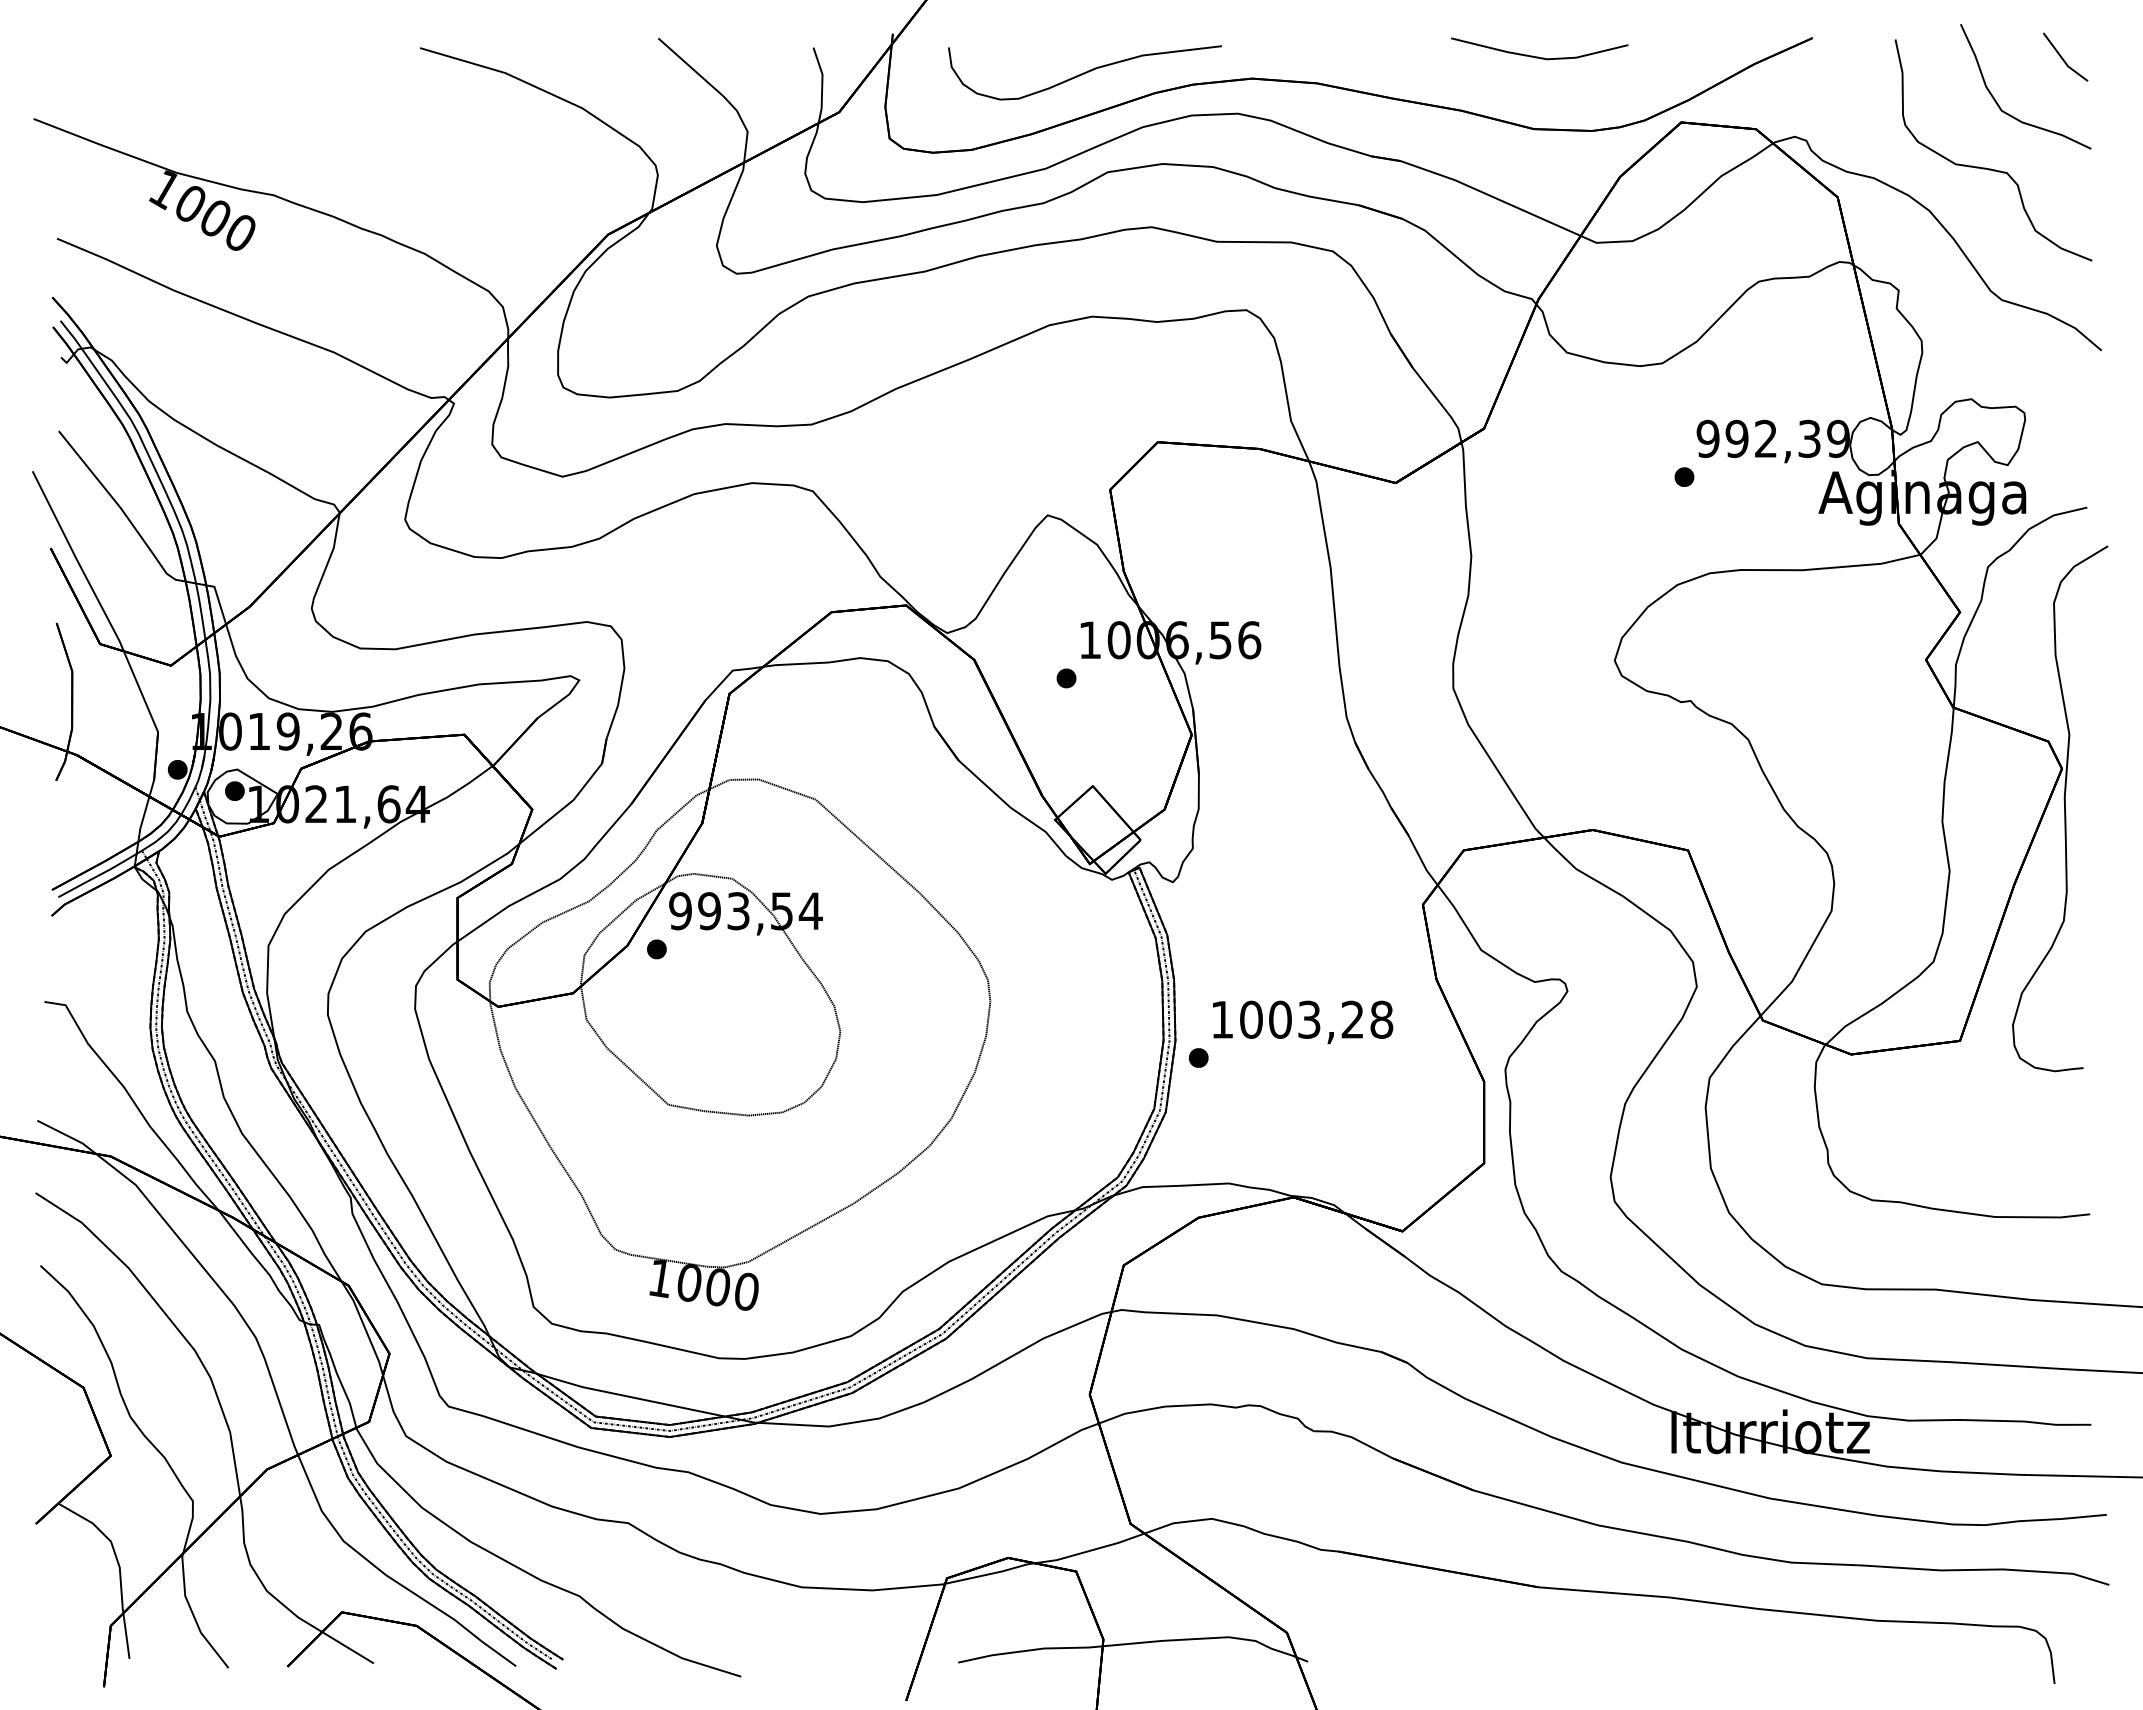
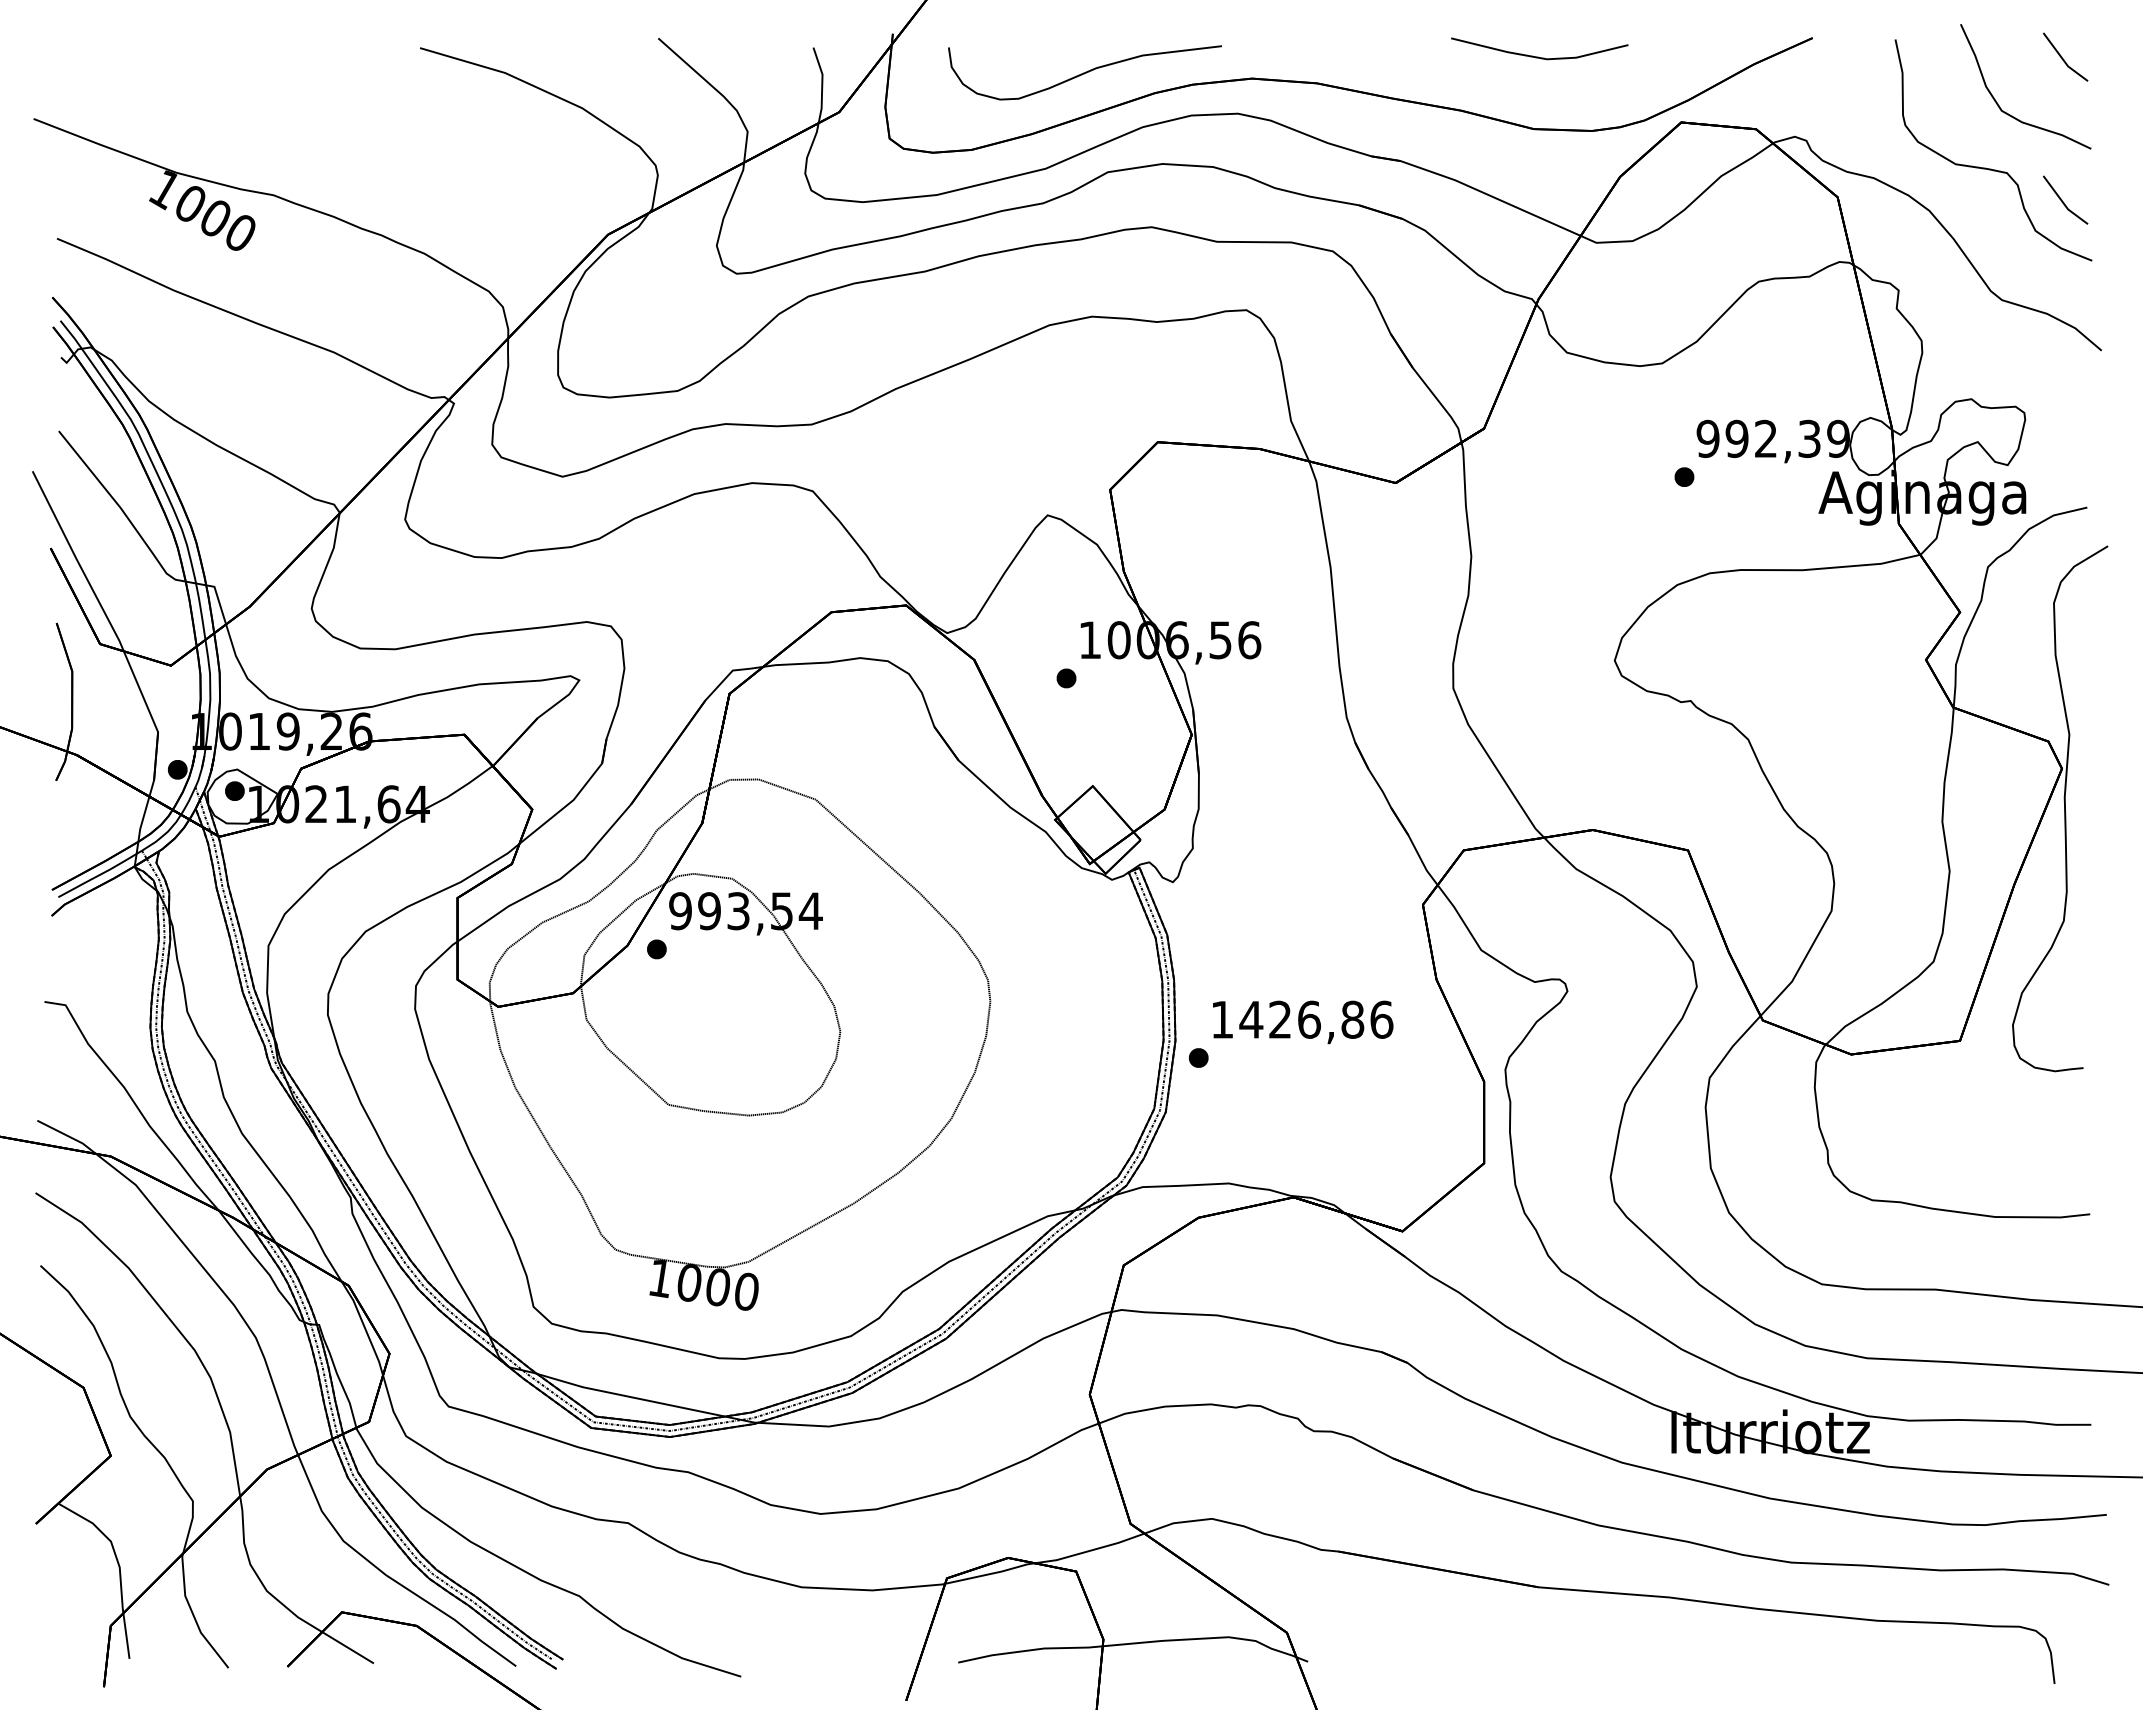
line at (2063, 201): none -> present
text at (1316, 1019): 1003,28 -> 1426,86
